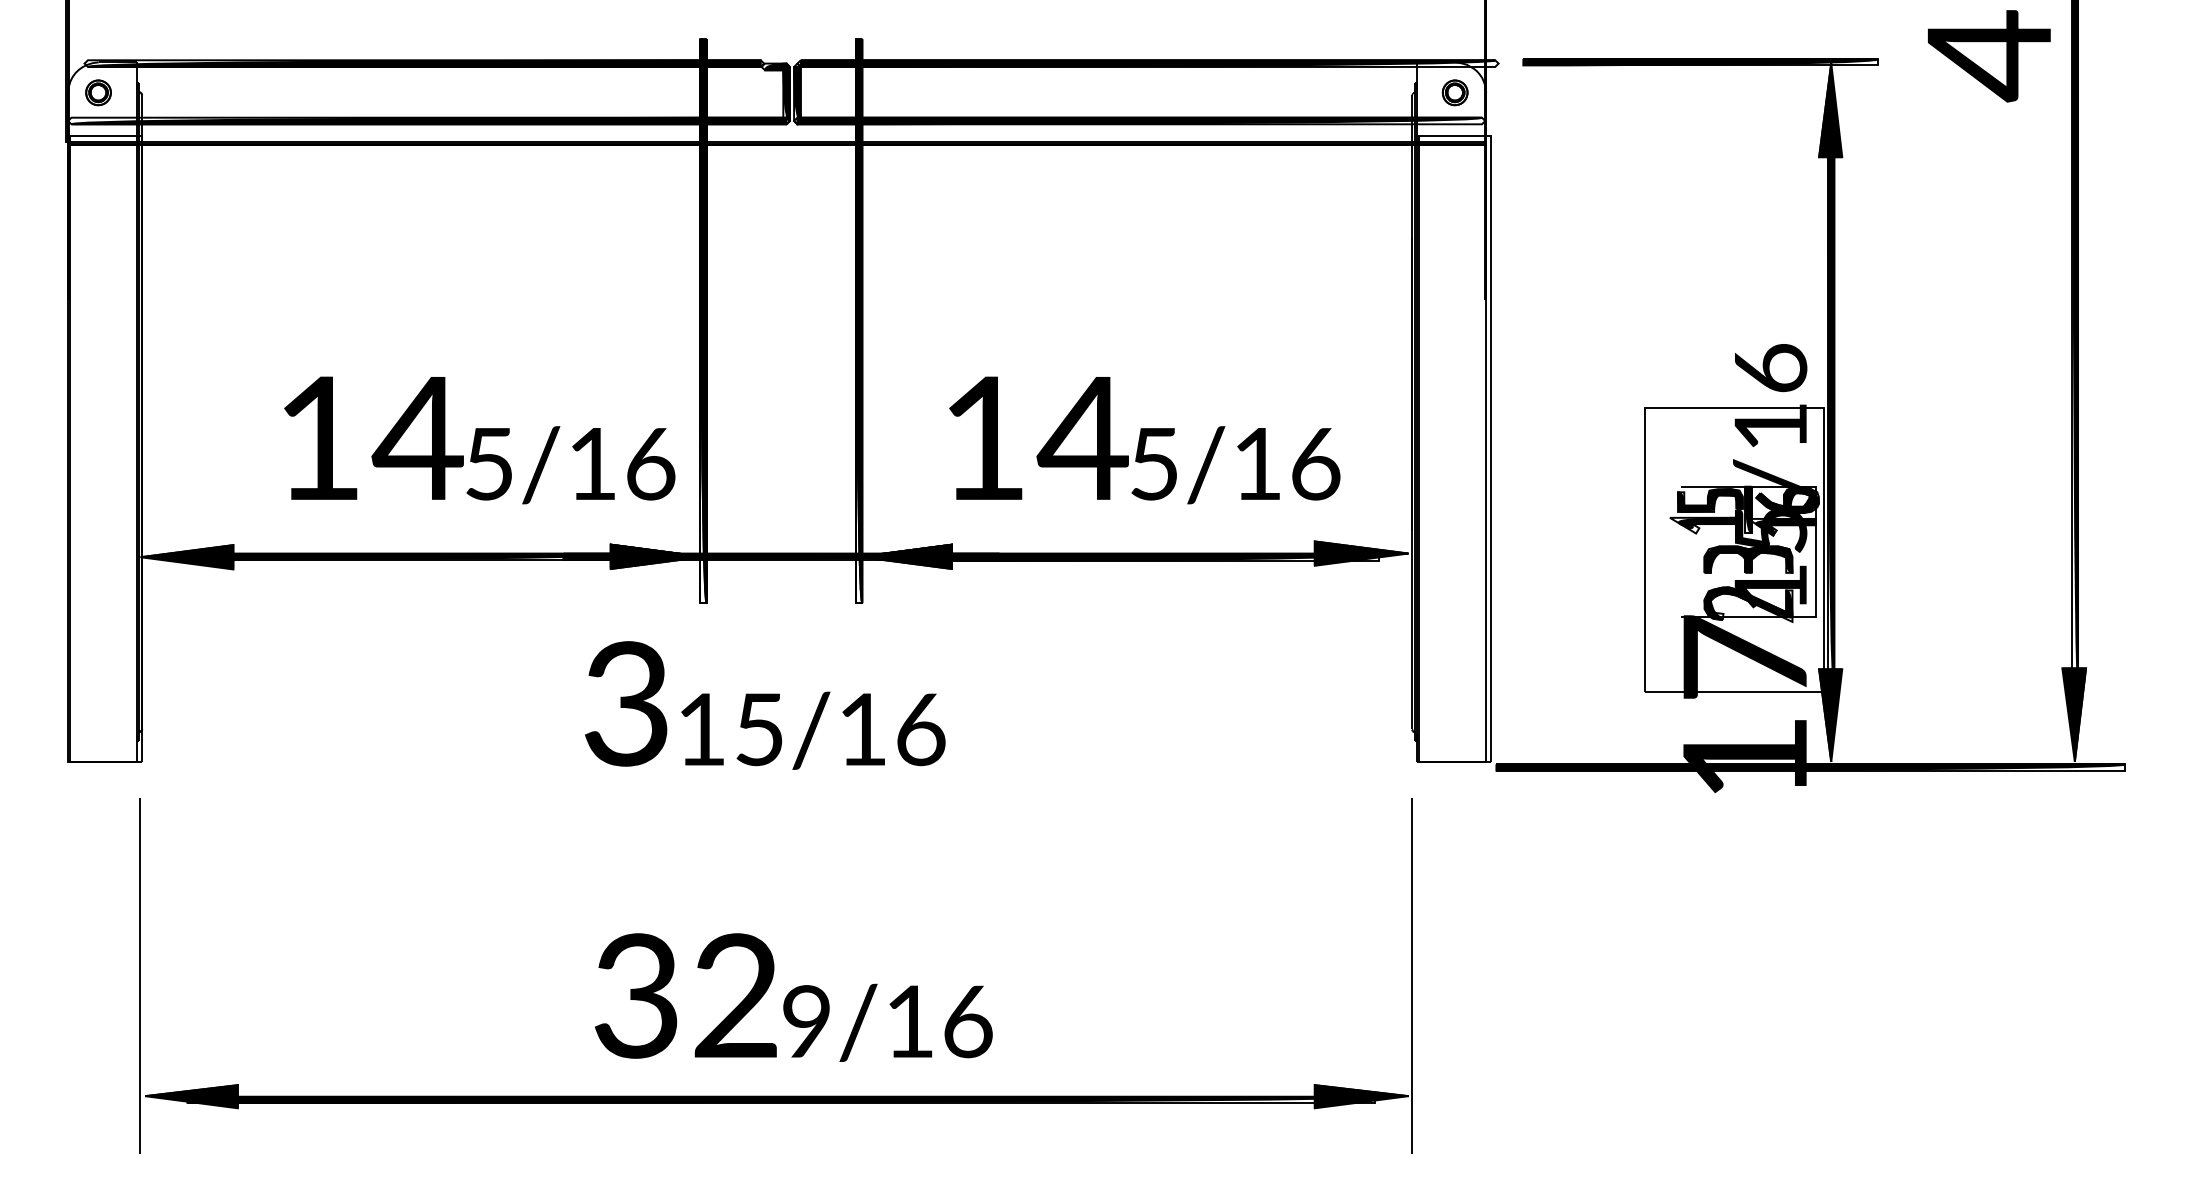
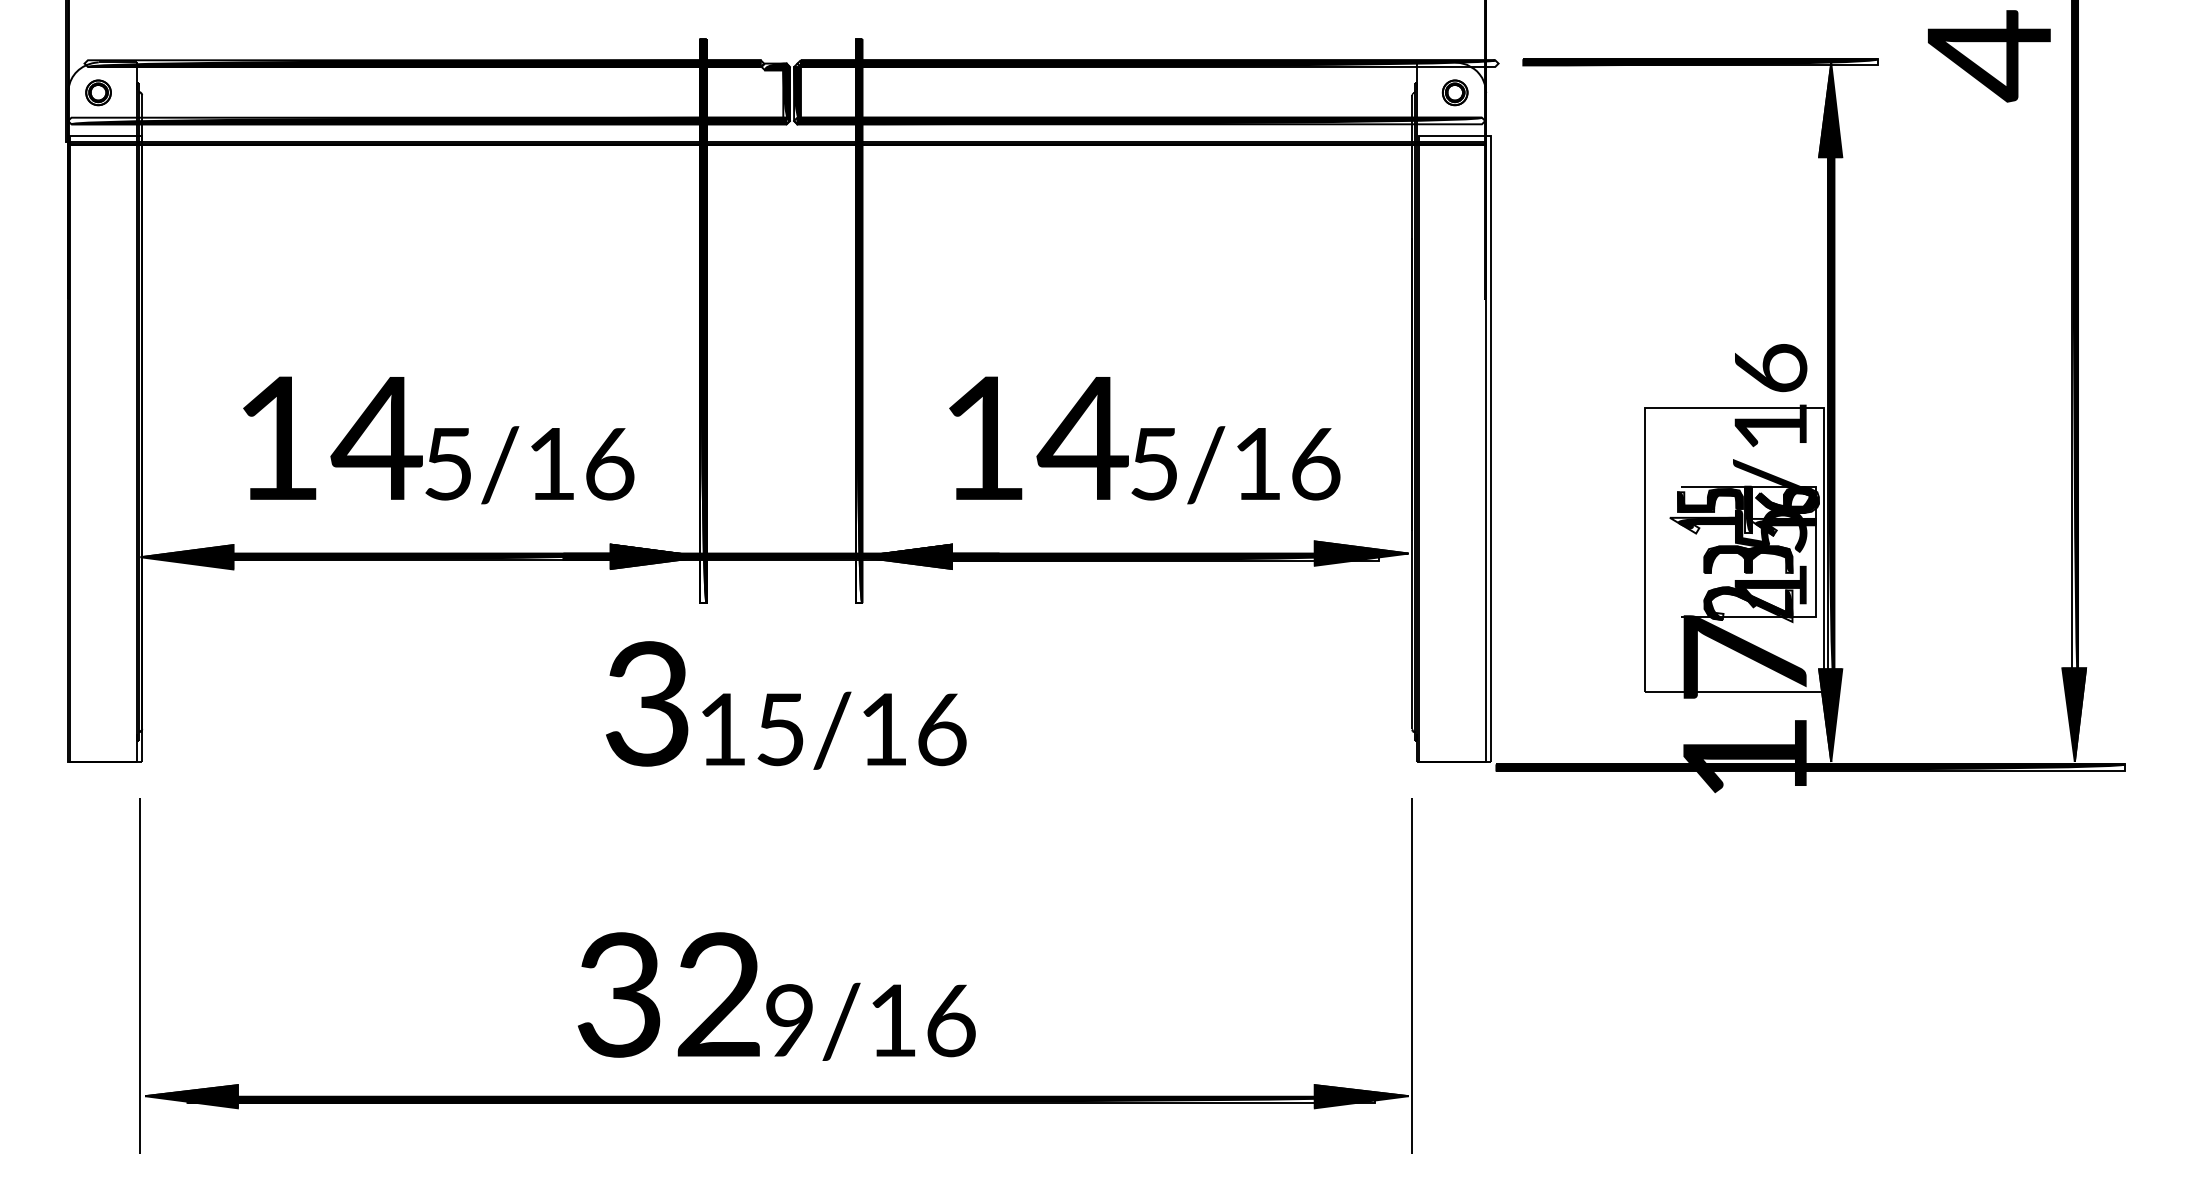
text at (479, 440) position: (479, 440) -> (438, 440)
text at (765, 705) position: (765, 705) -> (786, 705)
text at (793, 997) position: (793, 997) -> (776, 996)
